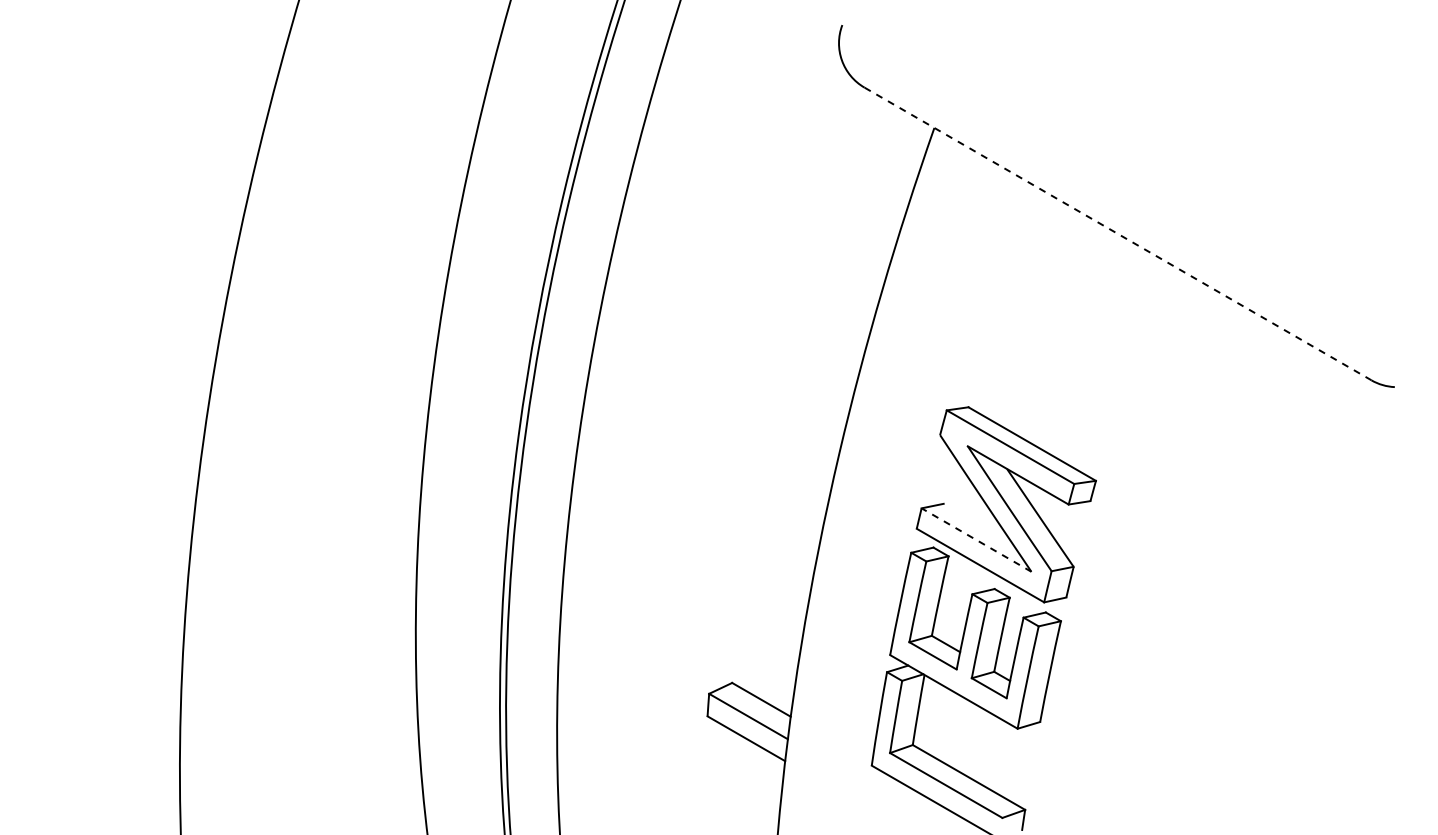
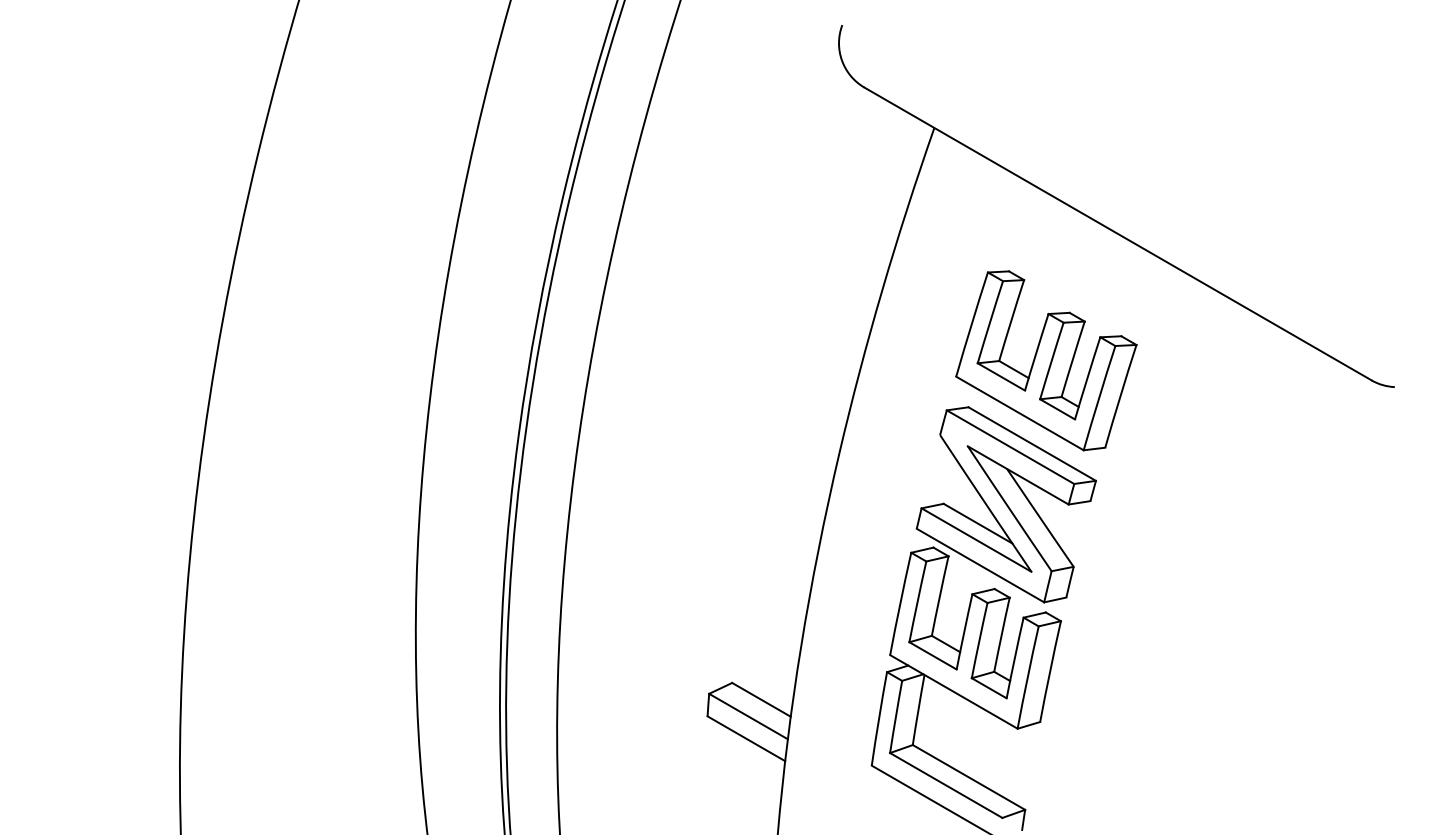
line at (1118, 233): dashed -> solid
part at (1046, 360): none -> present
line at (977, 523): none -> present
line at (976, 539): dashed -> solid
